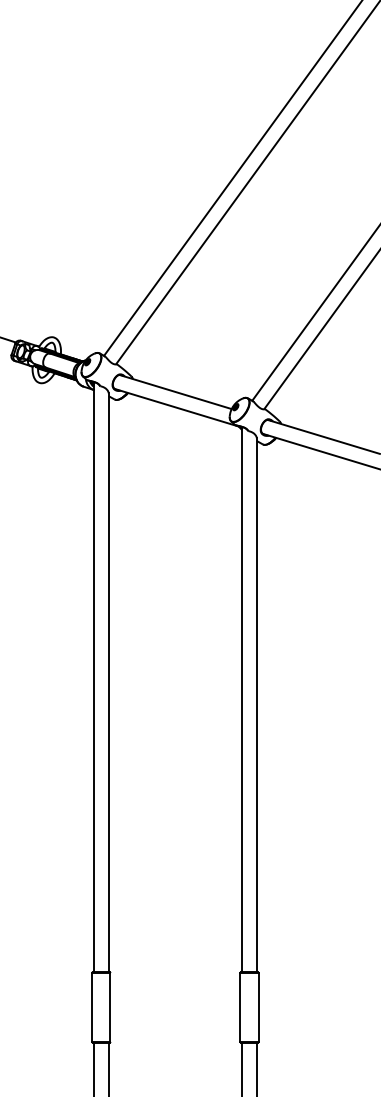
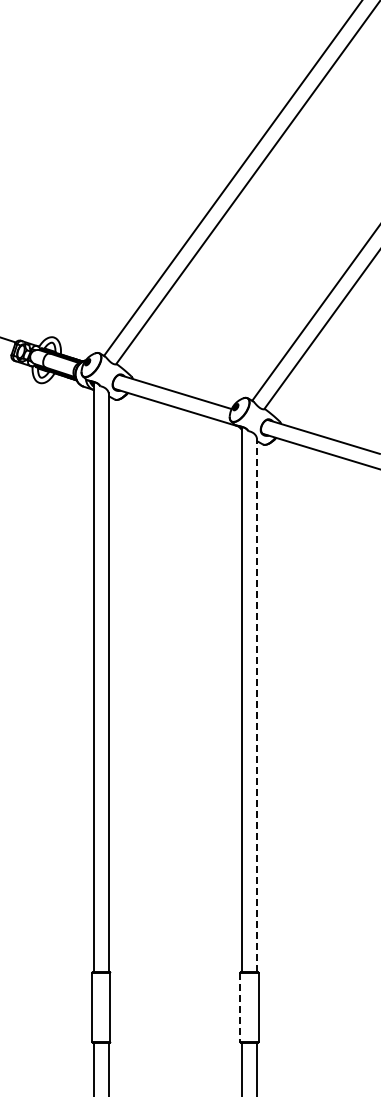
line at (256, 705): solid -> dashed
line at (240, 1007): solid -> dashed
